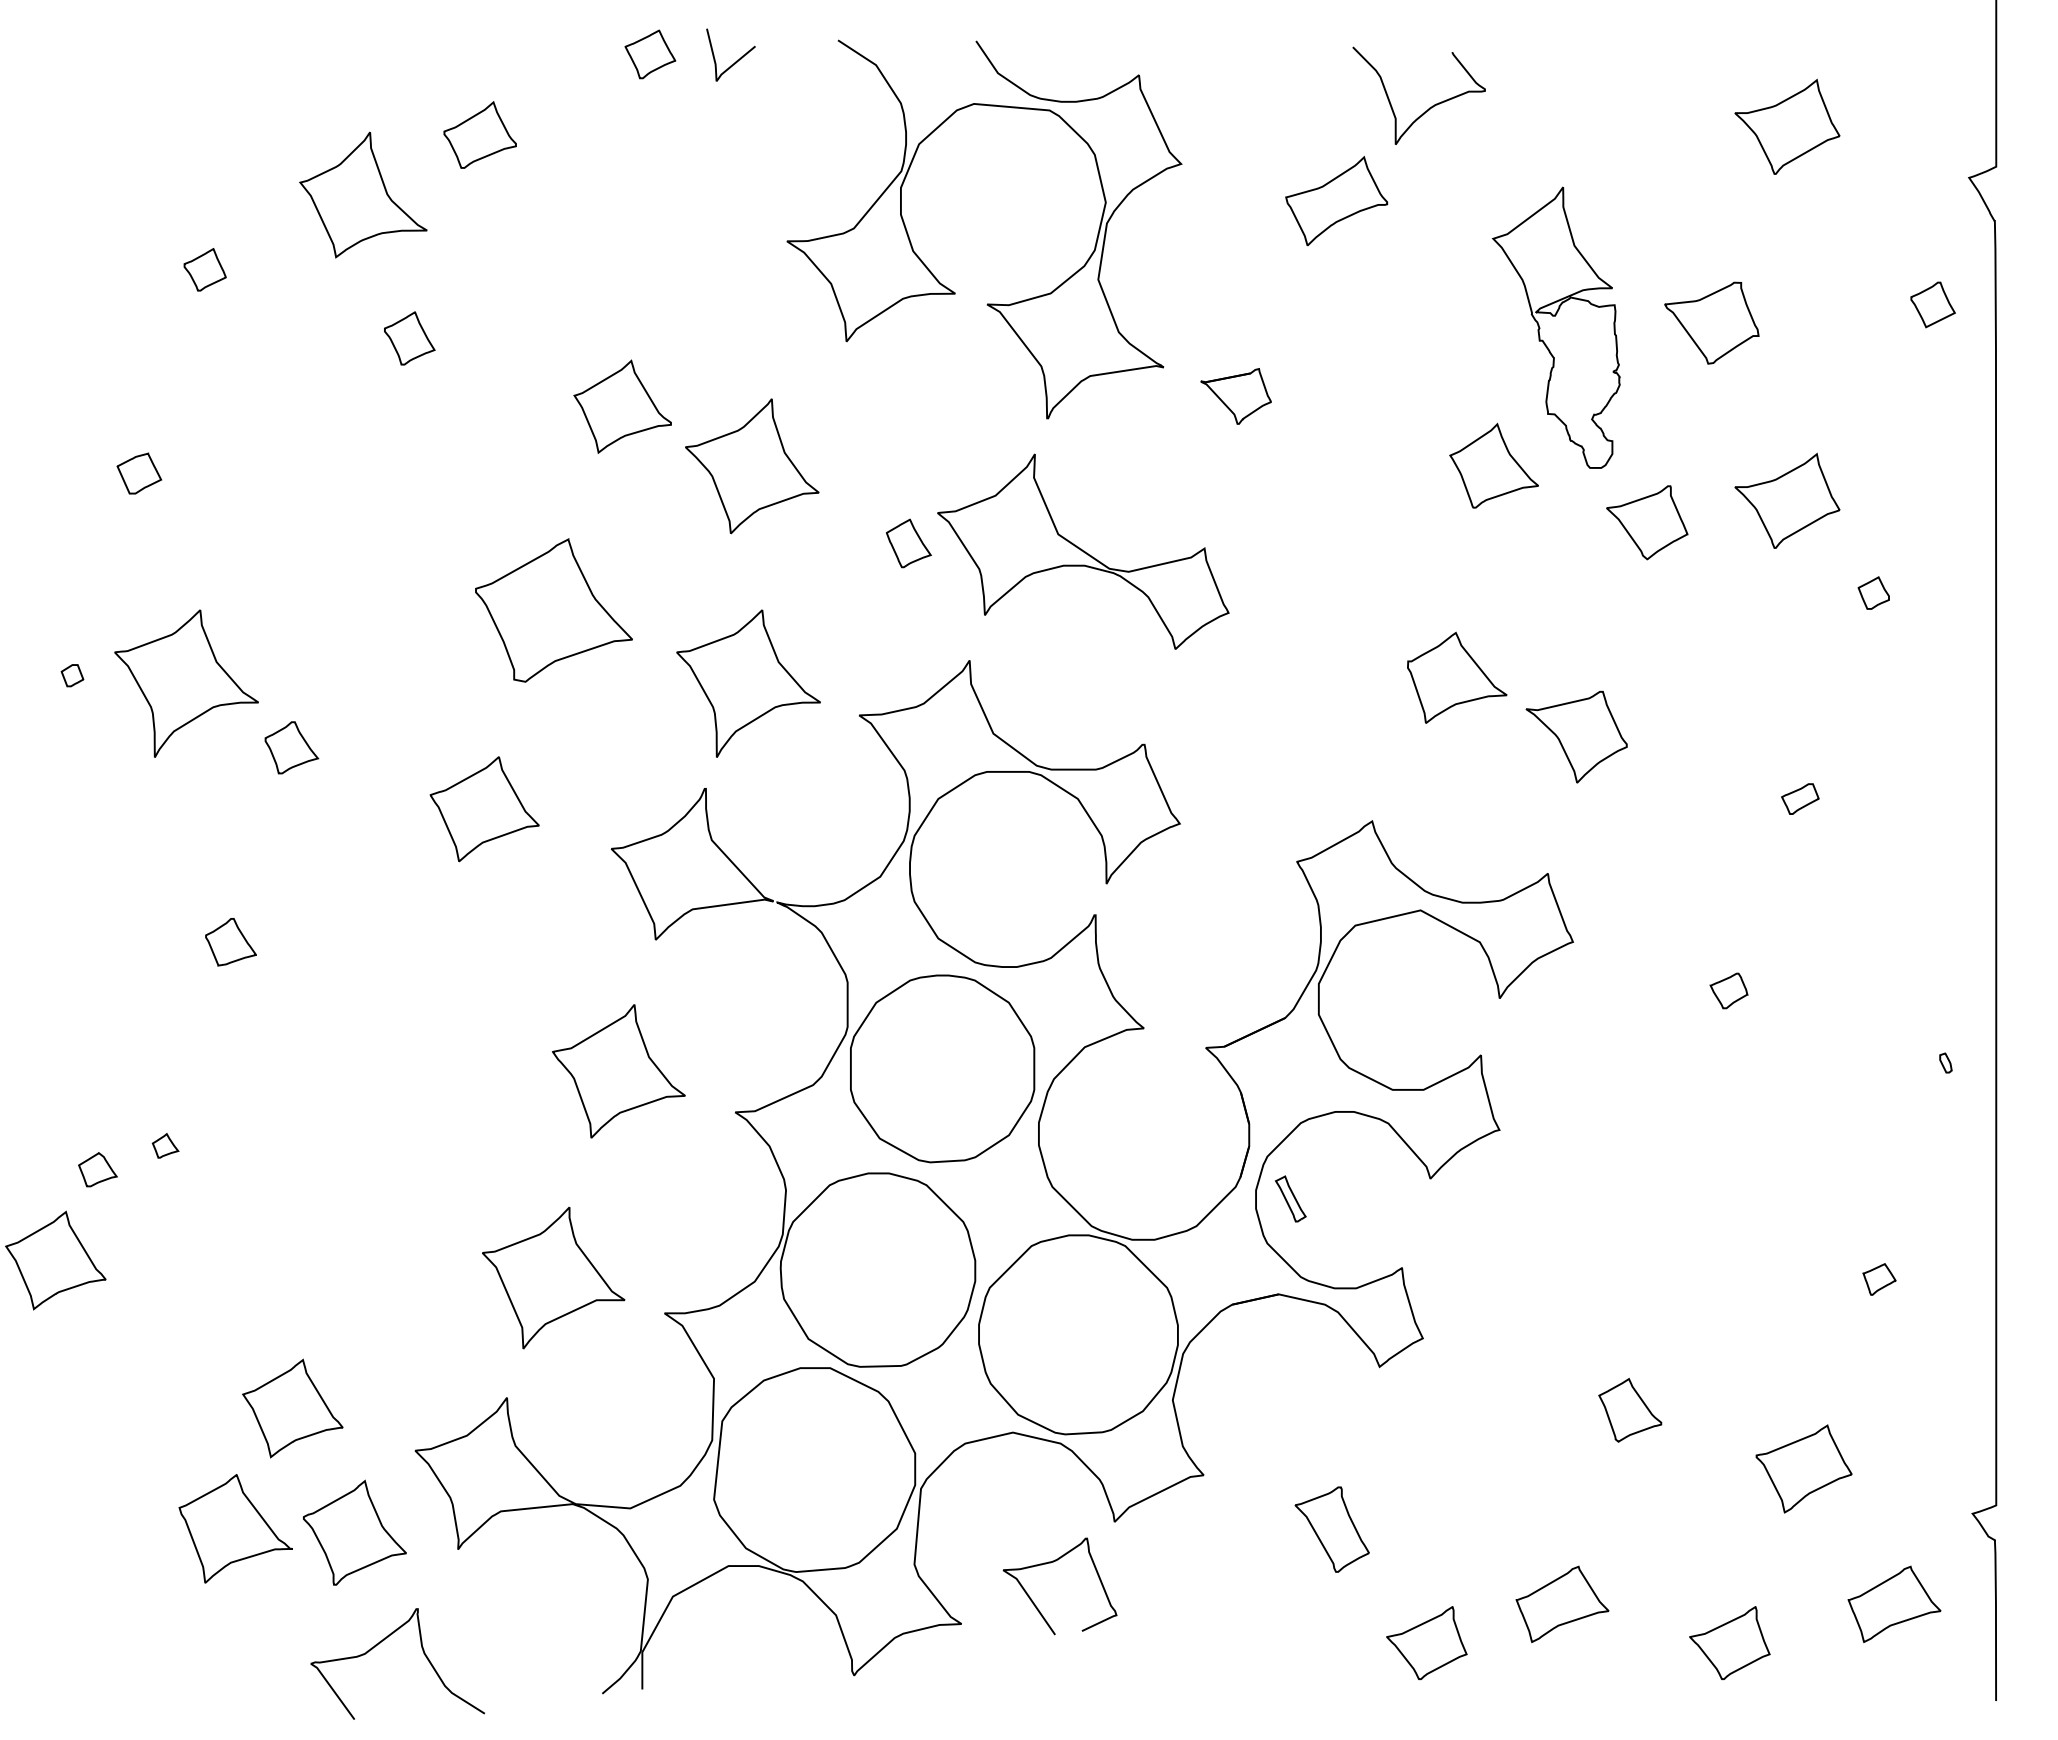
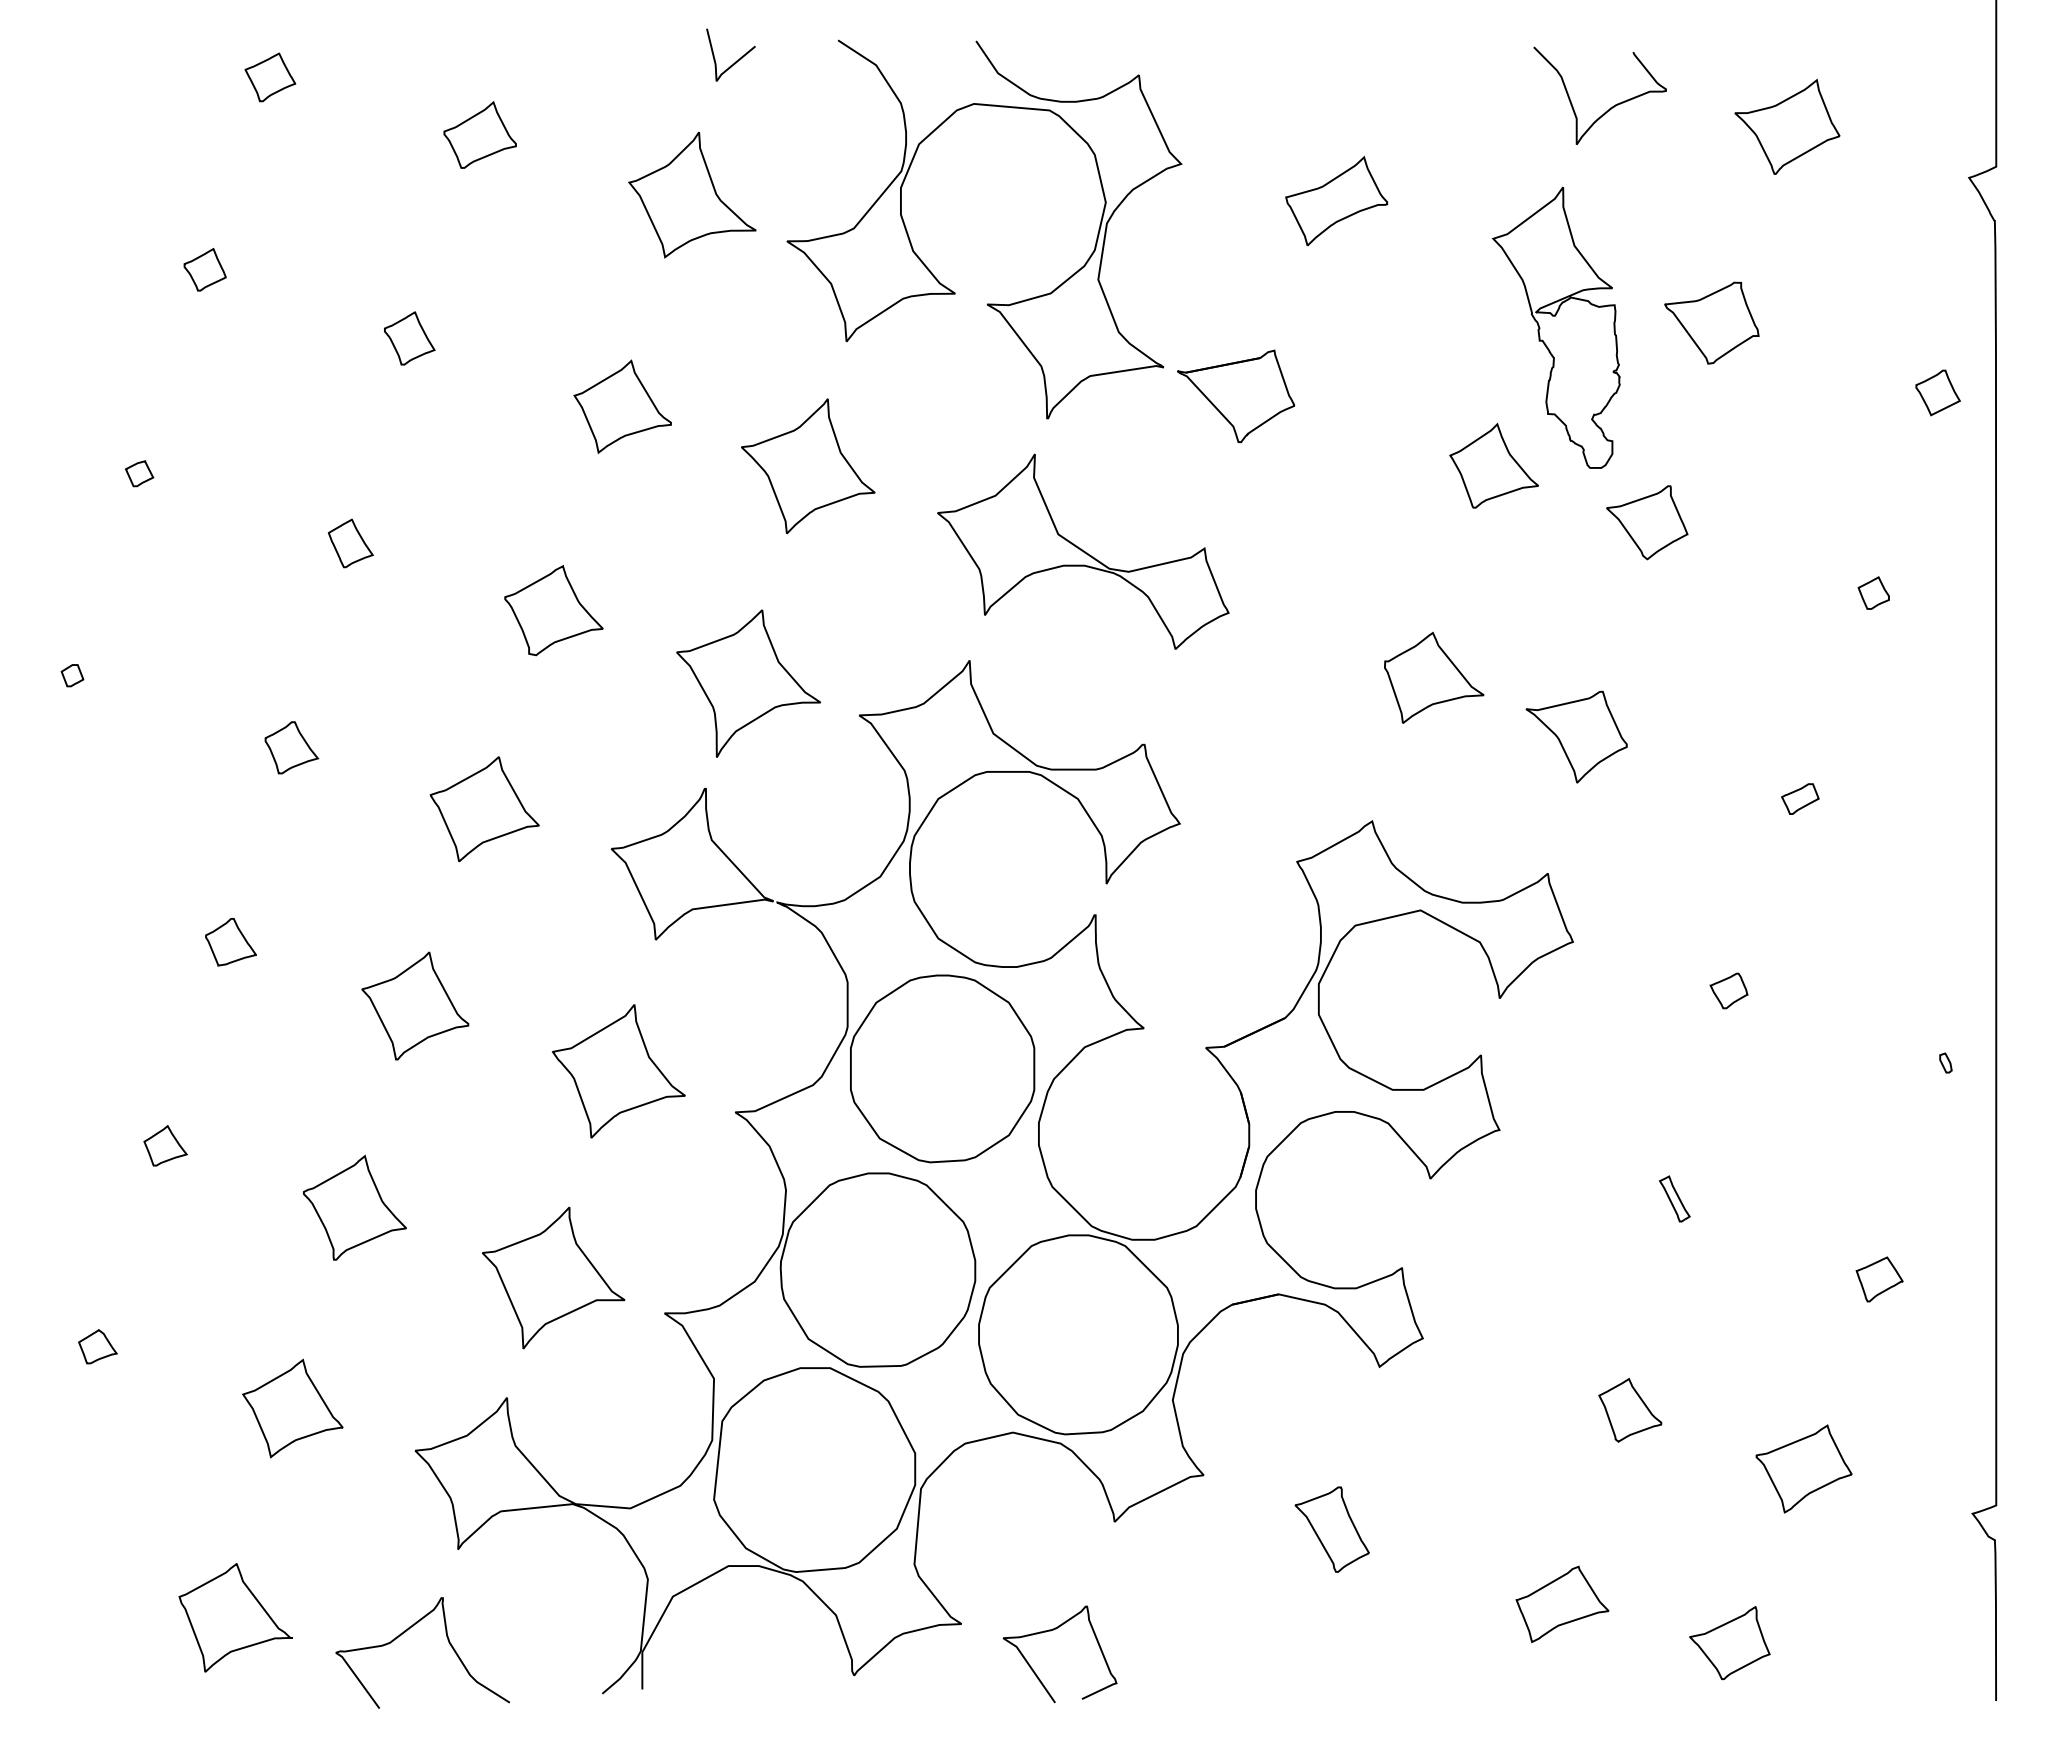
part at (650, 54) position: (650, 54) -> (270, 77)
curve at (1429, 107) position: (1429, 107) -> (1610, 107)
part at (363, 194) position: (363, 194) -> (692, 194)
part at (1932, 304) position: (1932, 304) -> (1937, 392)
part at (1235, 396) size: 72x57 px -> 118x95 px
part at (752, 466) position: (752, 466) -> (808, 466)
part at (139, 473) size: 47x43 px -> 30x28 px
part at (1787, 500): present -> none
part at (908, 543) position: (908, 543) -> (350, 543)
part at (553, 610) size: 158x145 px -> 100x92 px
part at (1457, 677) position: (1457, 677) -> (1434, 677)
part at (186, 683): present -> none
part at (415, 1005): none -> present
part at (165, 1145) size: 29x26 px -> 45x42 px
part at (97, 1169) position: (97, 1169) -> (97, 1346)
part at (1290, 1198) position: (1290, 1198) -> (1674, 1198)
part at (55, 1260): present -> none
part at (1879, 1279) size: 35x33 px -> 49x47 px
part at (235, 1528) position: (235, 1528) -> (235, 1617)
part at (354, 1532) position: (354, 1532) -> (354, 1207)
curve at (1050, 1563) position: (1050, 1563) -> (1050, 1631)
part at (1894, 1604): present -> none
curve at (383, 1641) position: (383, 1641) -> (408, 1630)
part at (1426, 1642): present -> none
